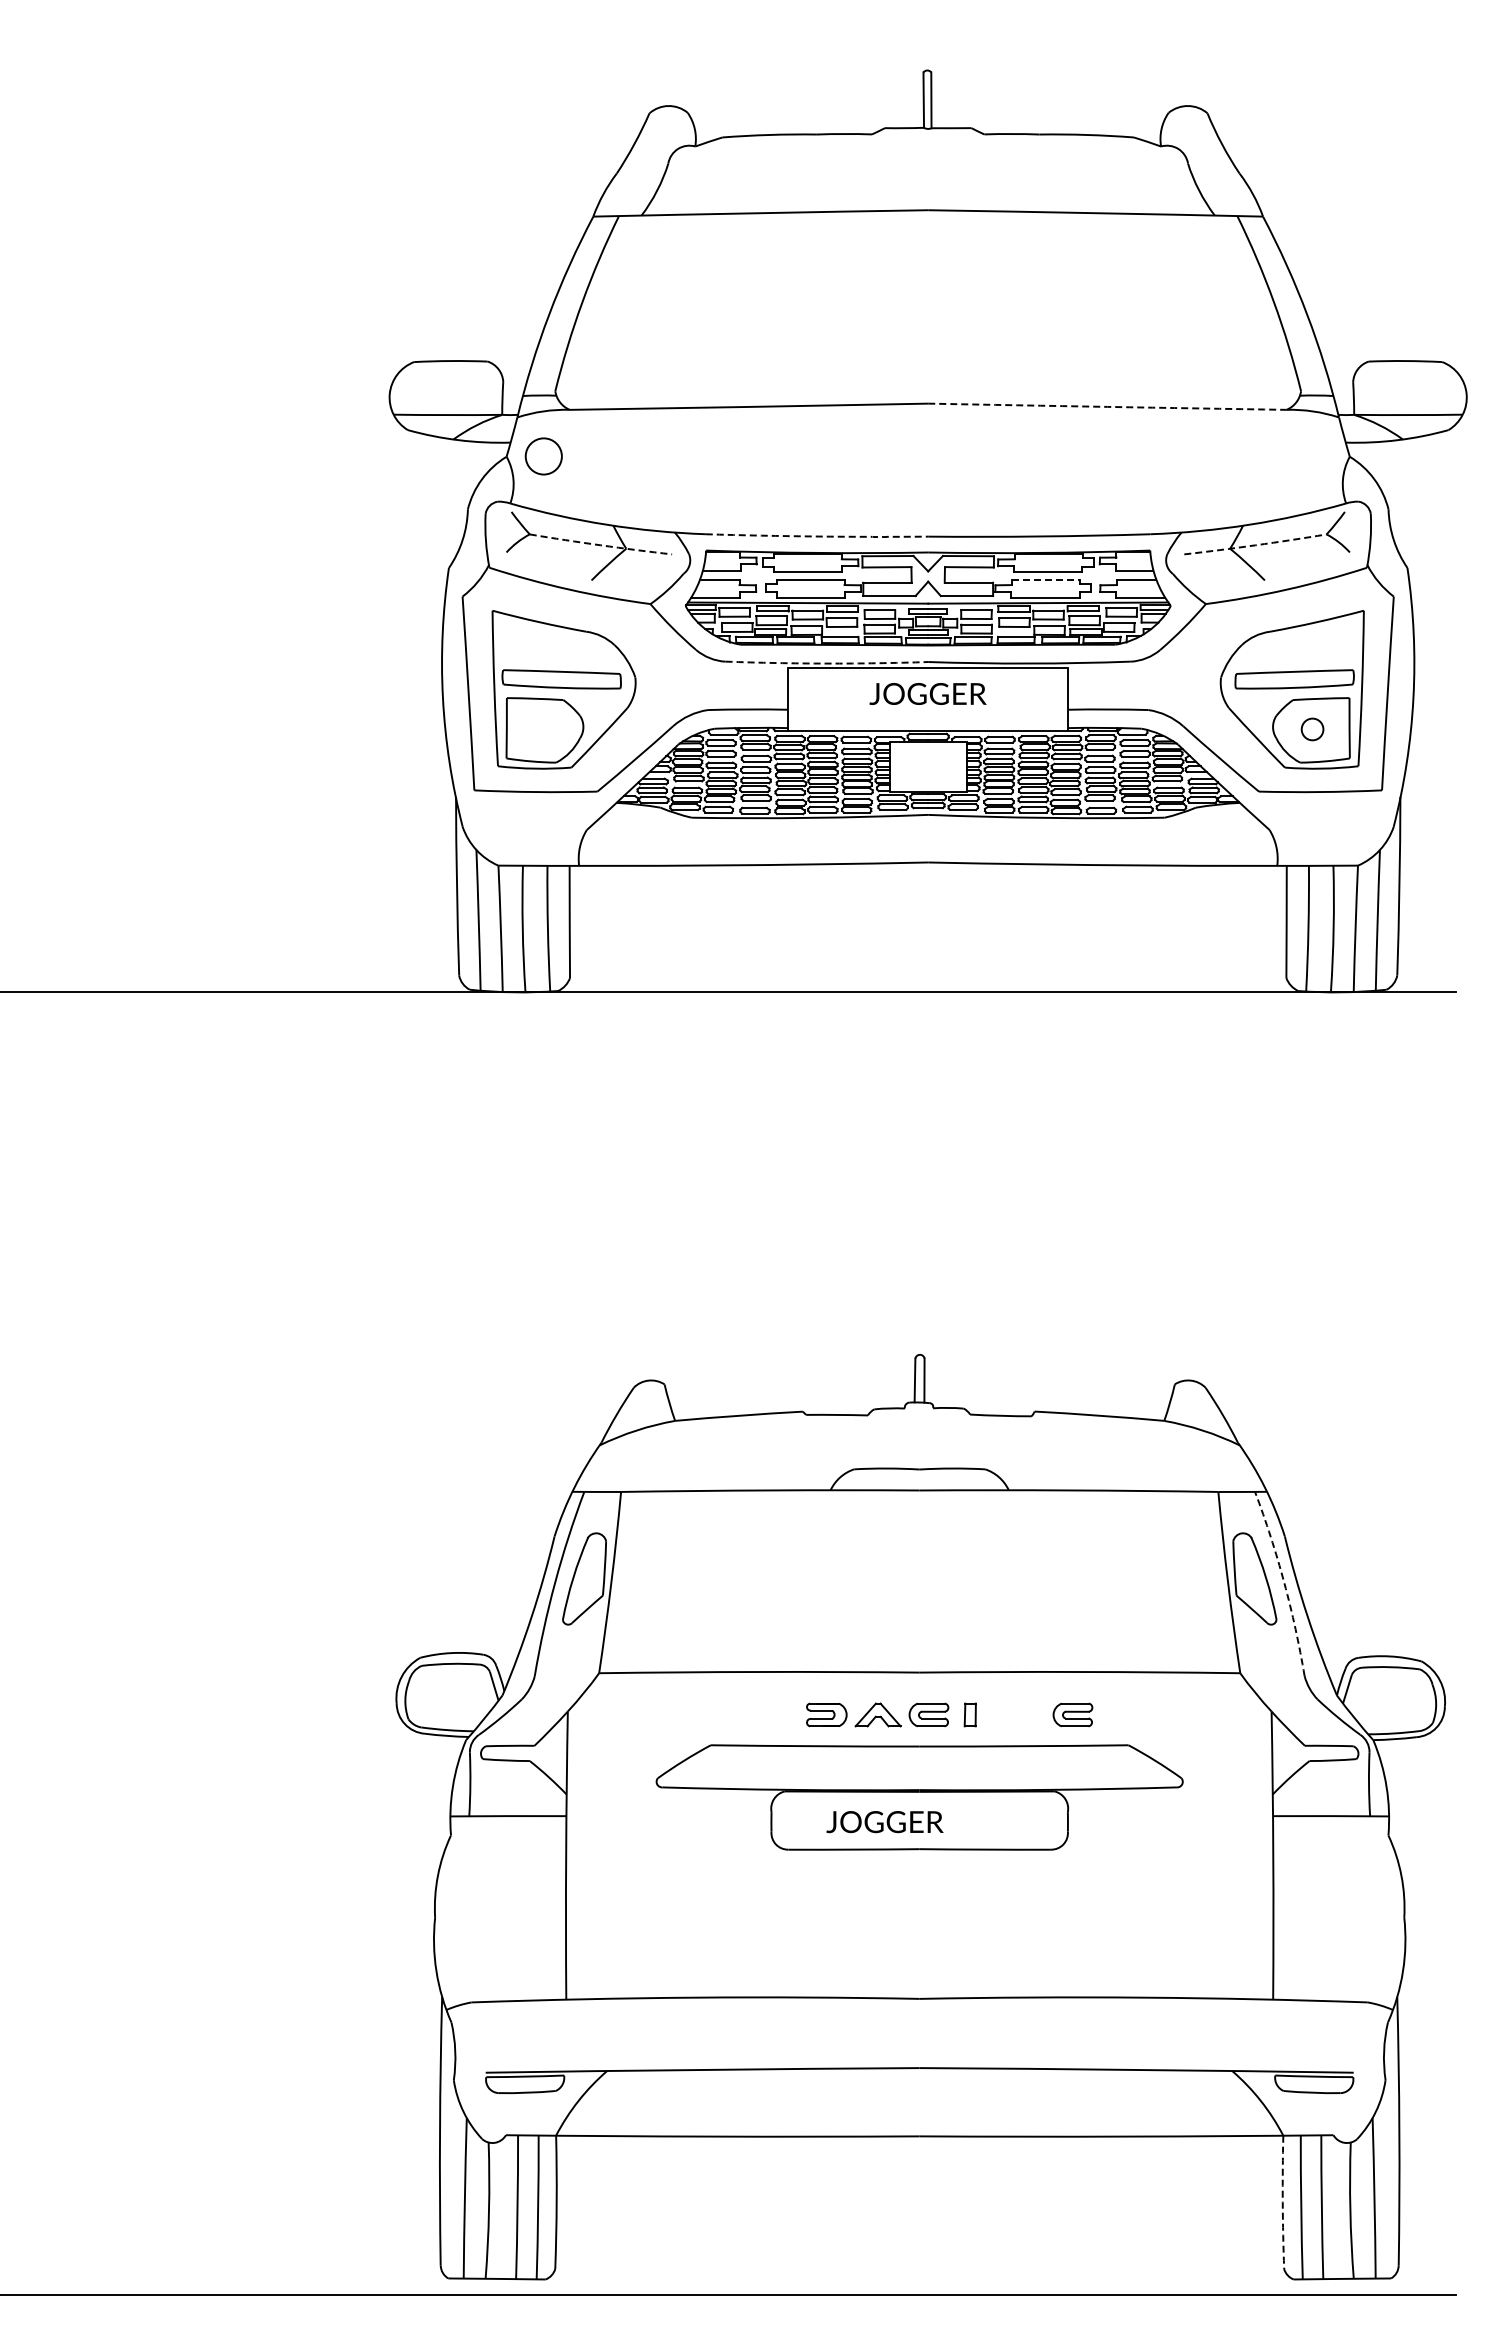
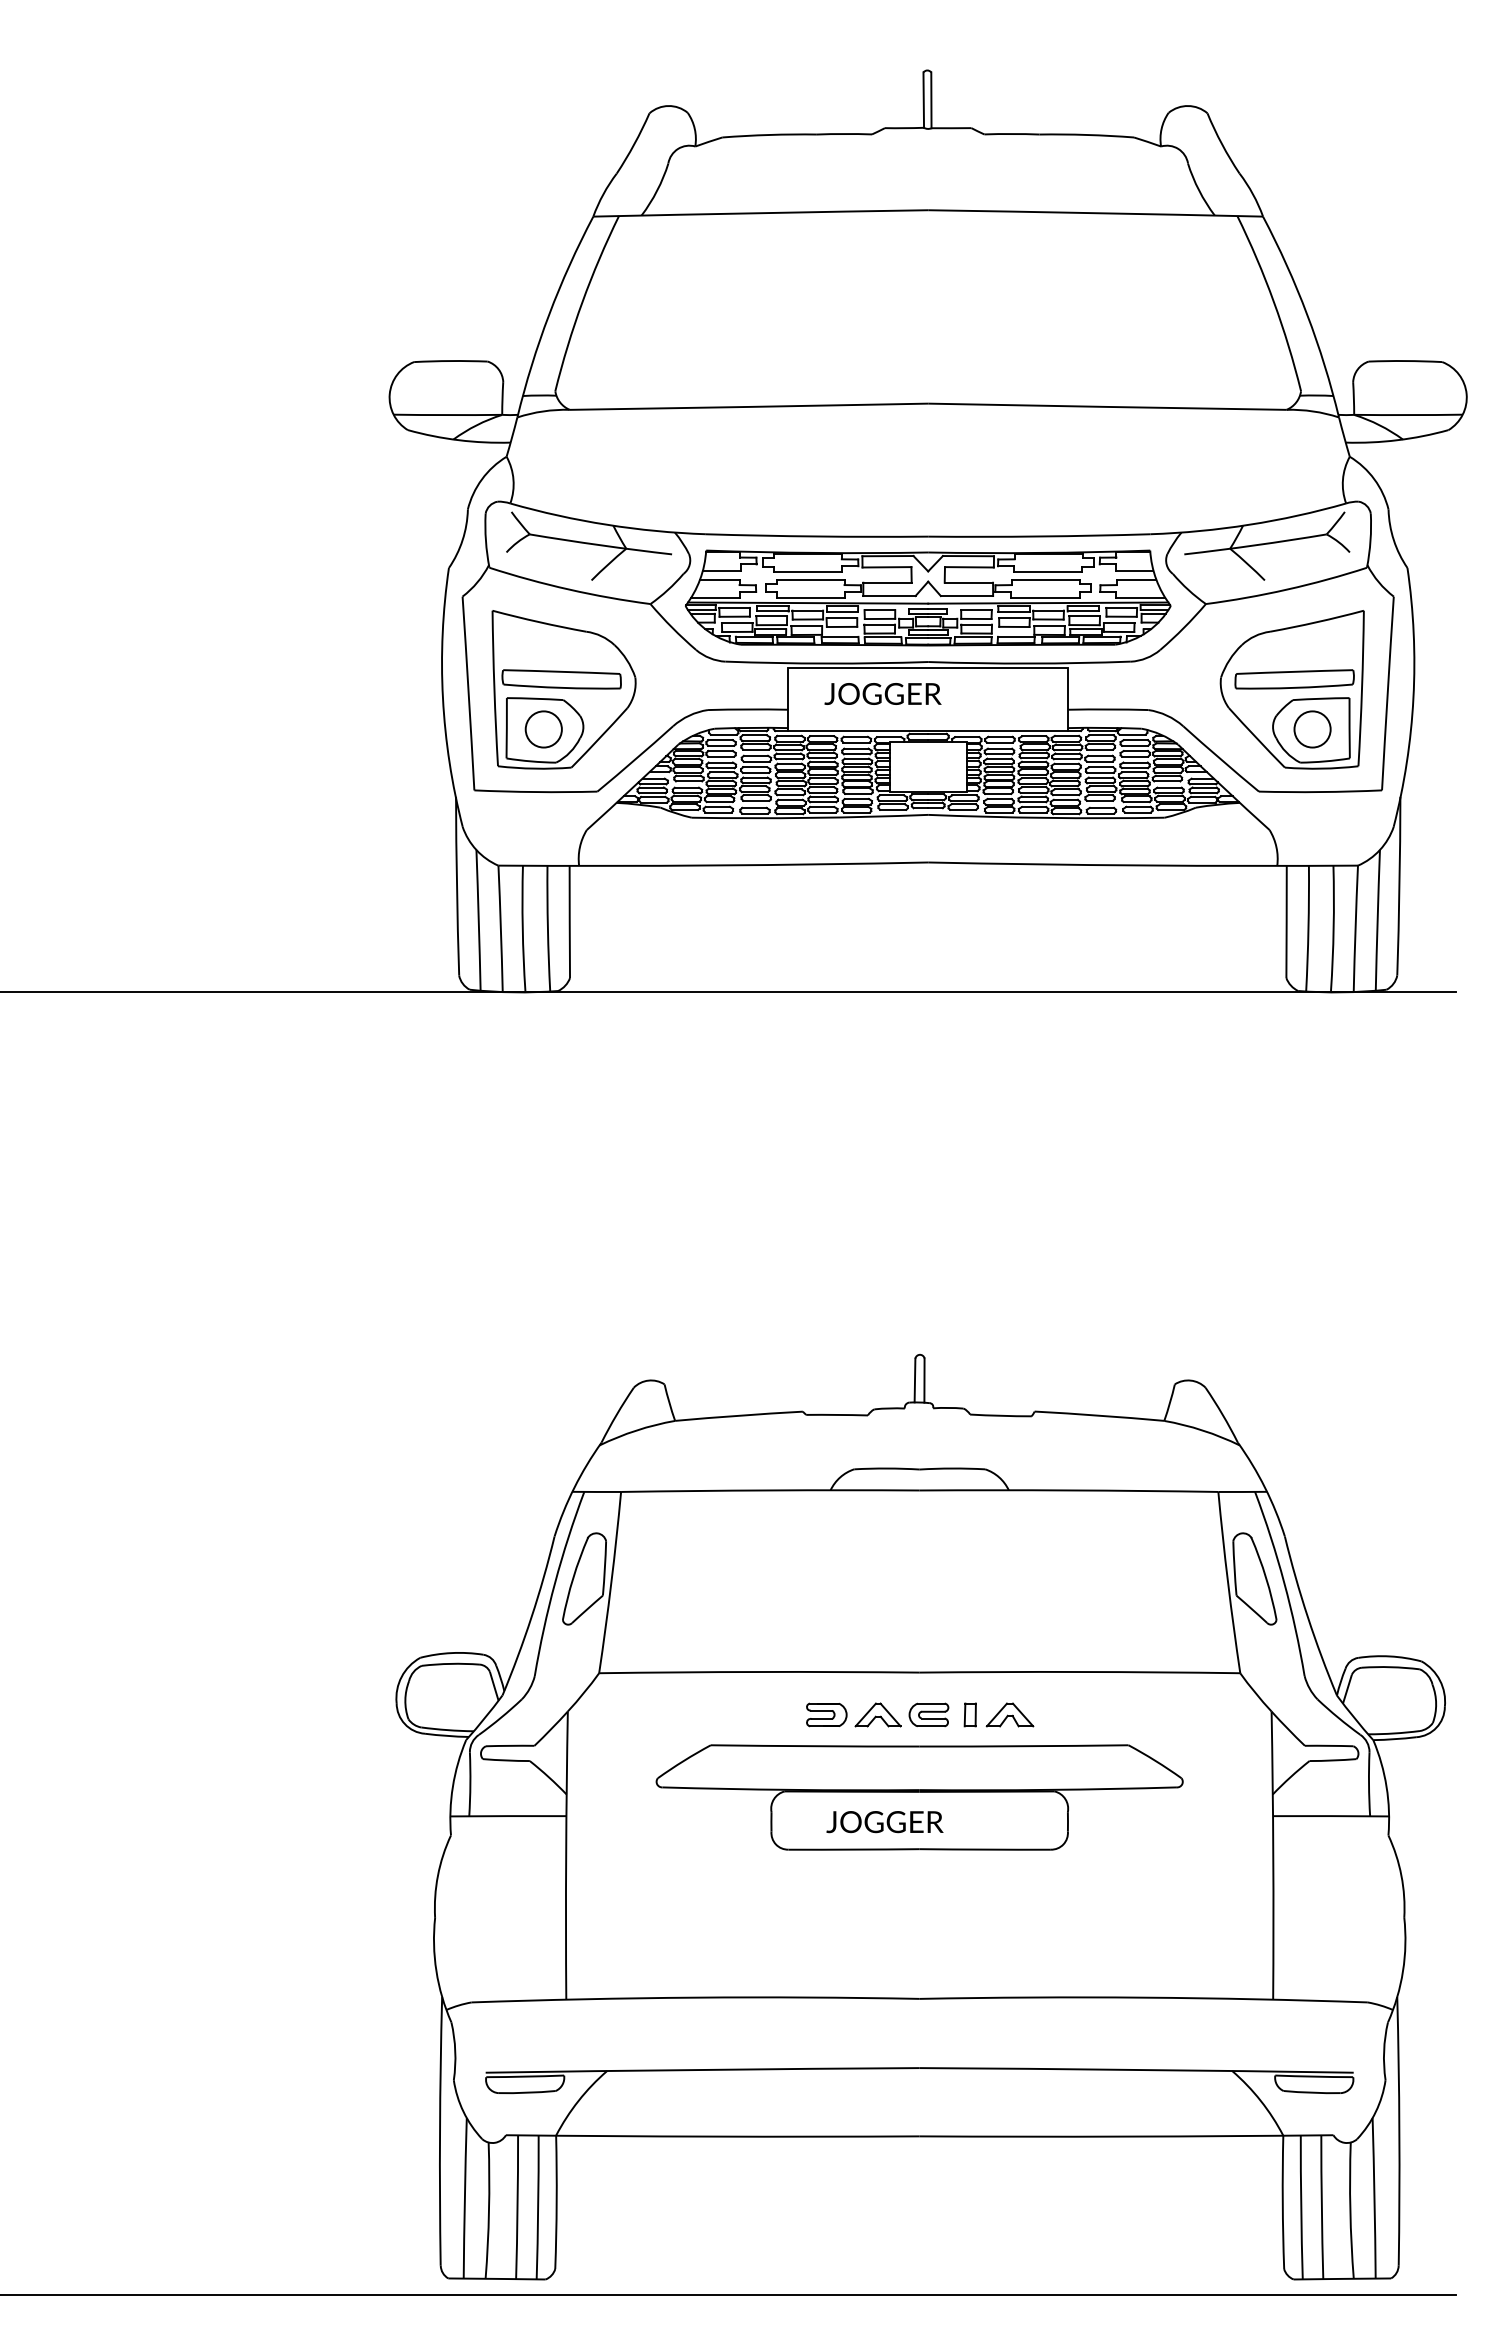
arc at (1107, 406): dashed -> solid
circle at (543, 456) position: (543, 456) -> (543, 729)
arc at (816, 536): dashed -> solid
arc at (600, 545): dashed -> solid
arc at (1255, 545): dashed -> solid
line at (1046, 579): dashed -> solid
arc at (826, 663): dashed -> solid
text at (927, 693) position: (927, 693) -> (882, 693)
circle at (1312, 729) diameter: 22 px -> 36 px
arc at (1284, 1582): dashed -> solid
part at (1009, 1714): none -> present
part at (1072, 1714): present -> none
arc at (1282, 2202): dashed -> solid
